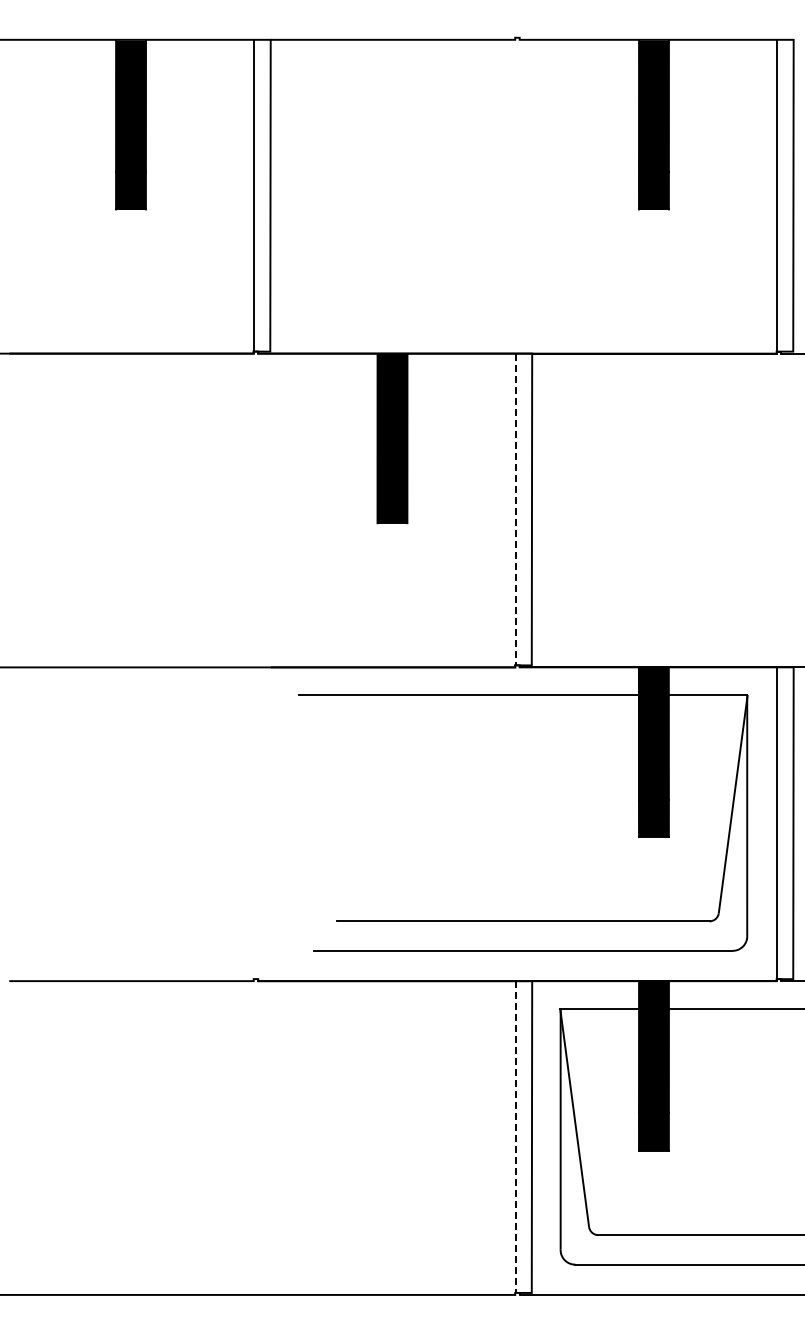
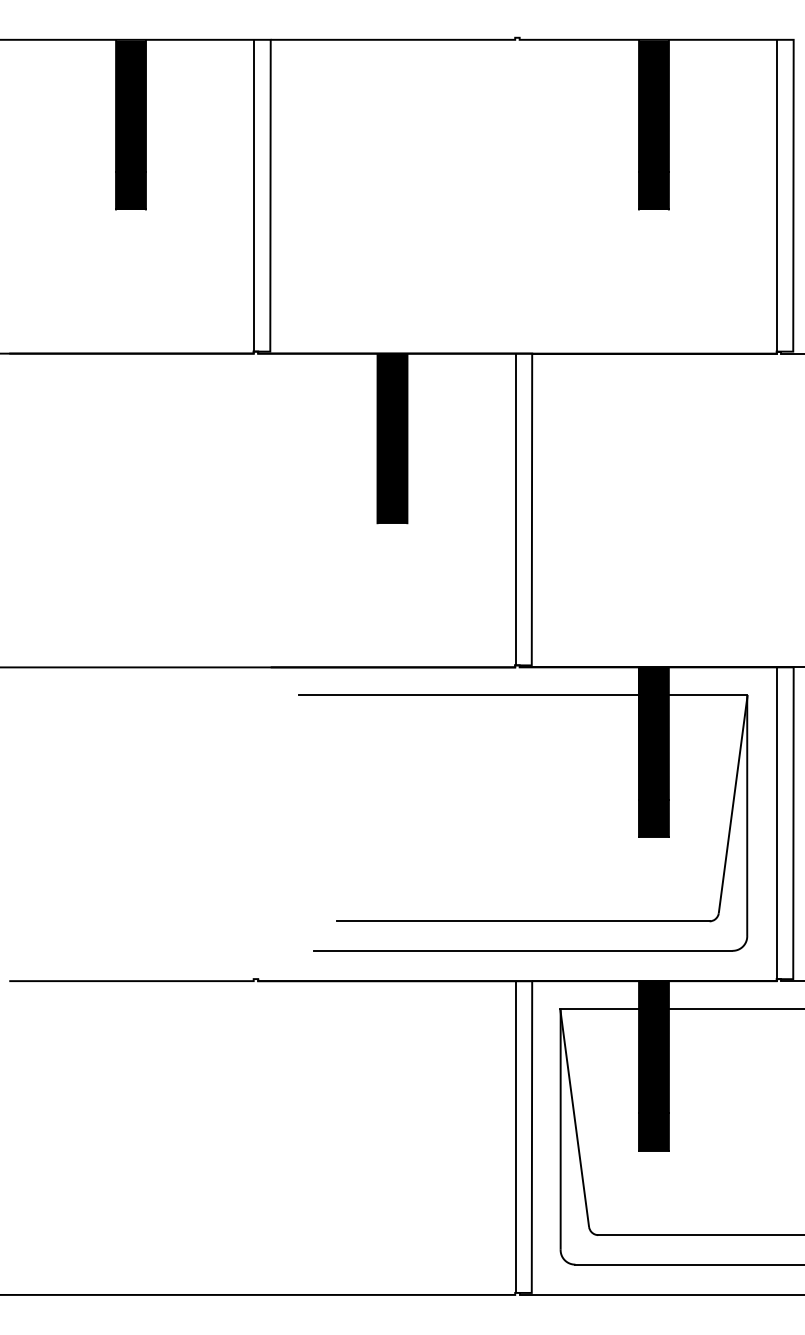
line at (515, 509): dashed -> solid
line at (515, 1137): dashed -> solid
